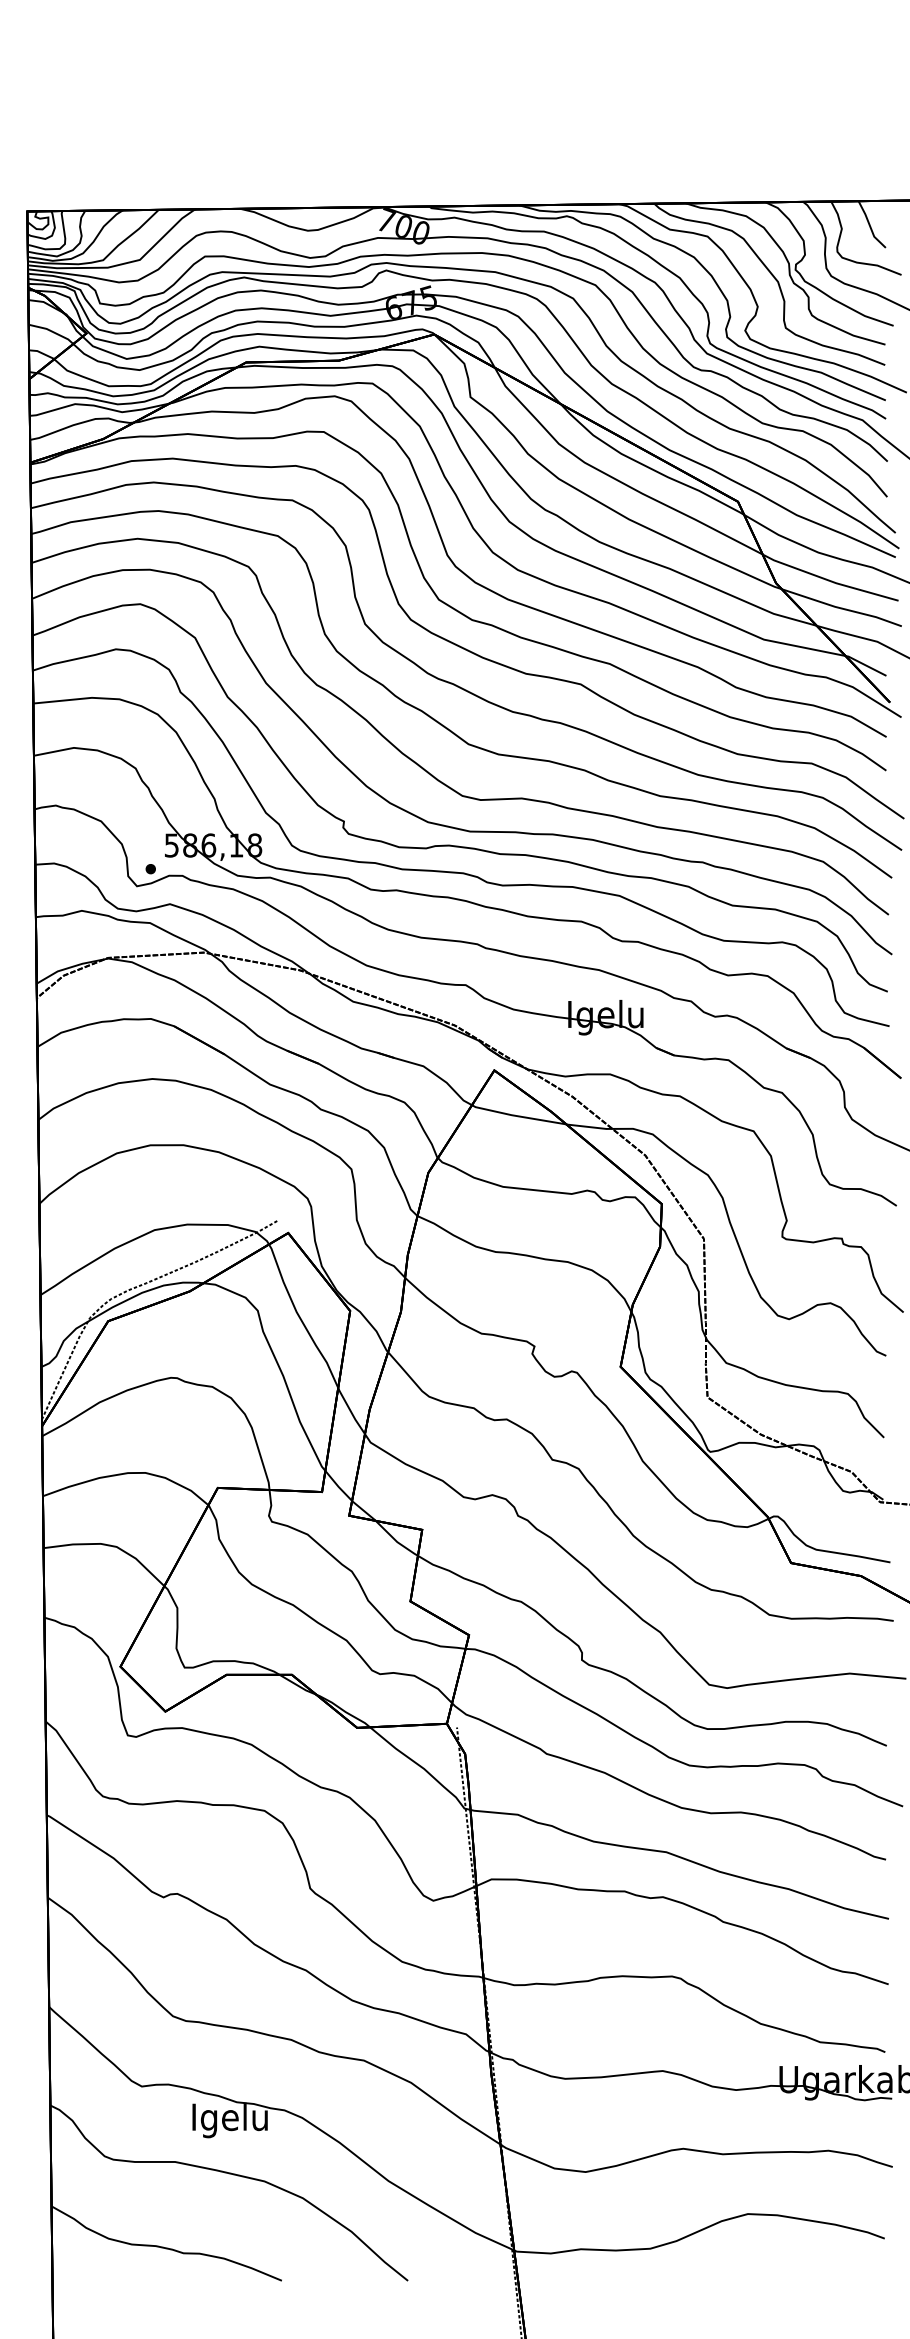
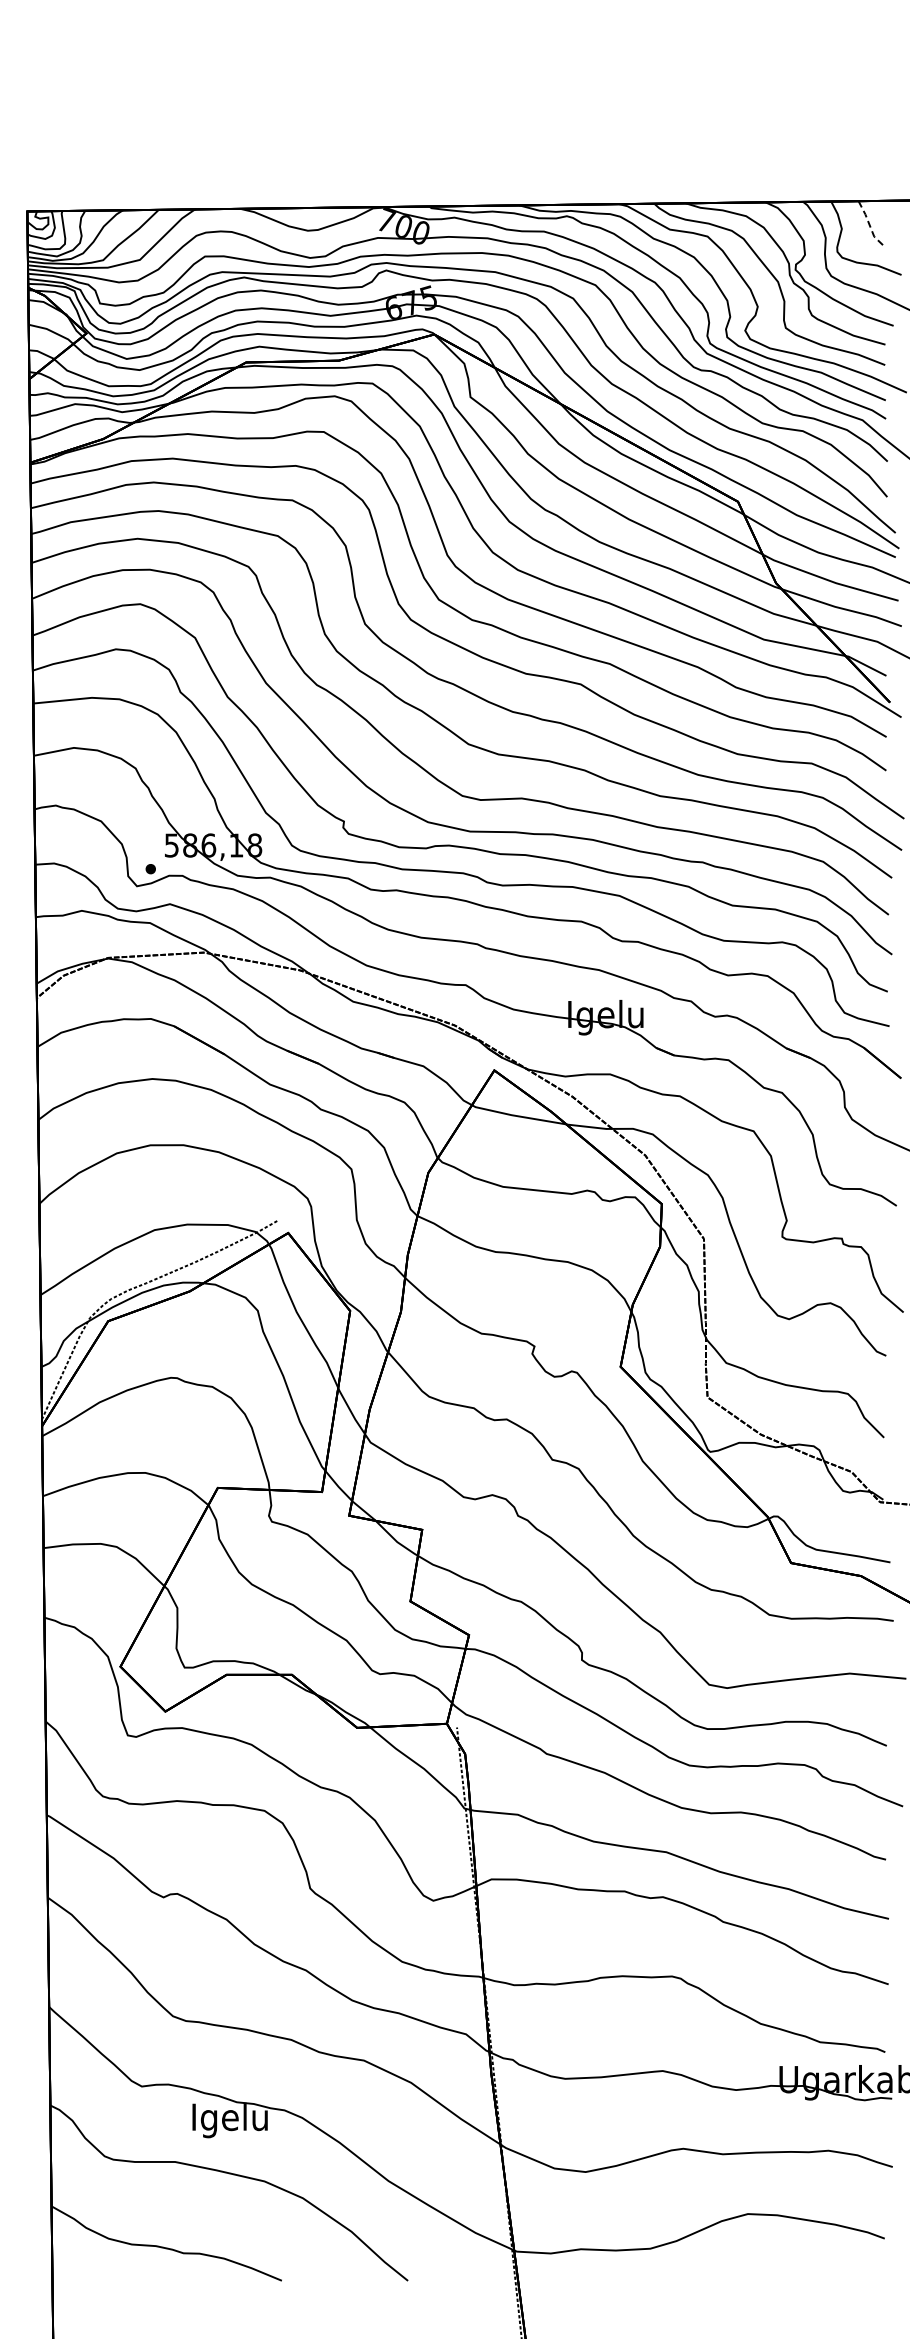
line at (870, 226): solid -> dashed
